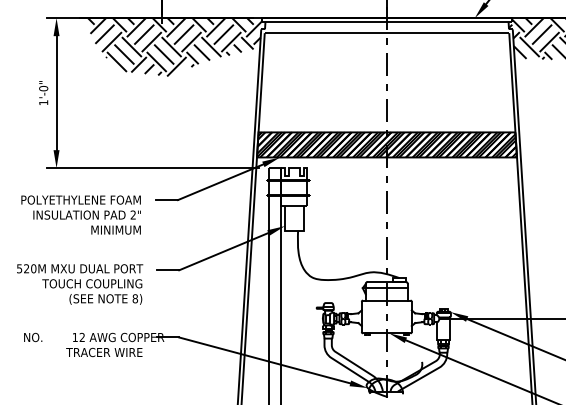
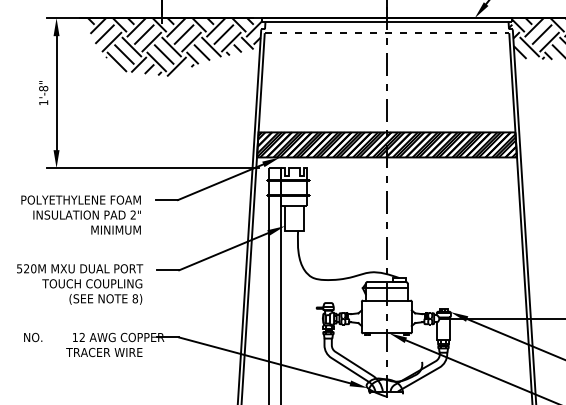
line at (387, 33): solid -> dashed
text at (43, 88): 1'-0" -> 1'-8"
